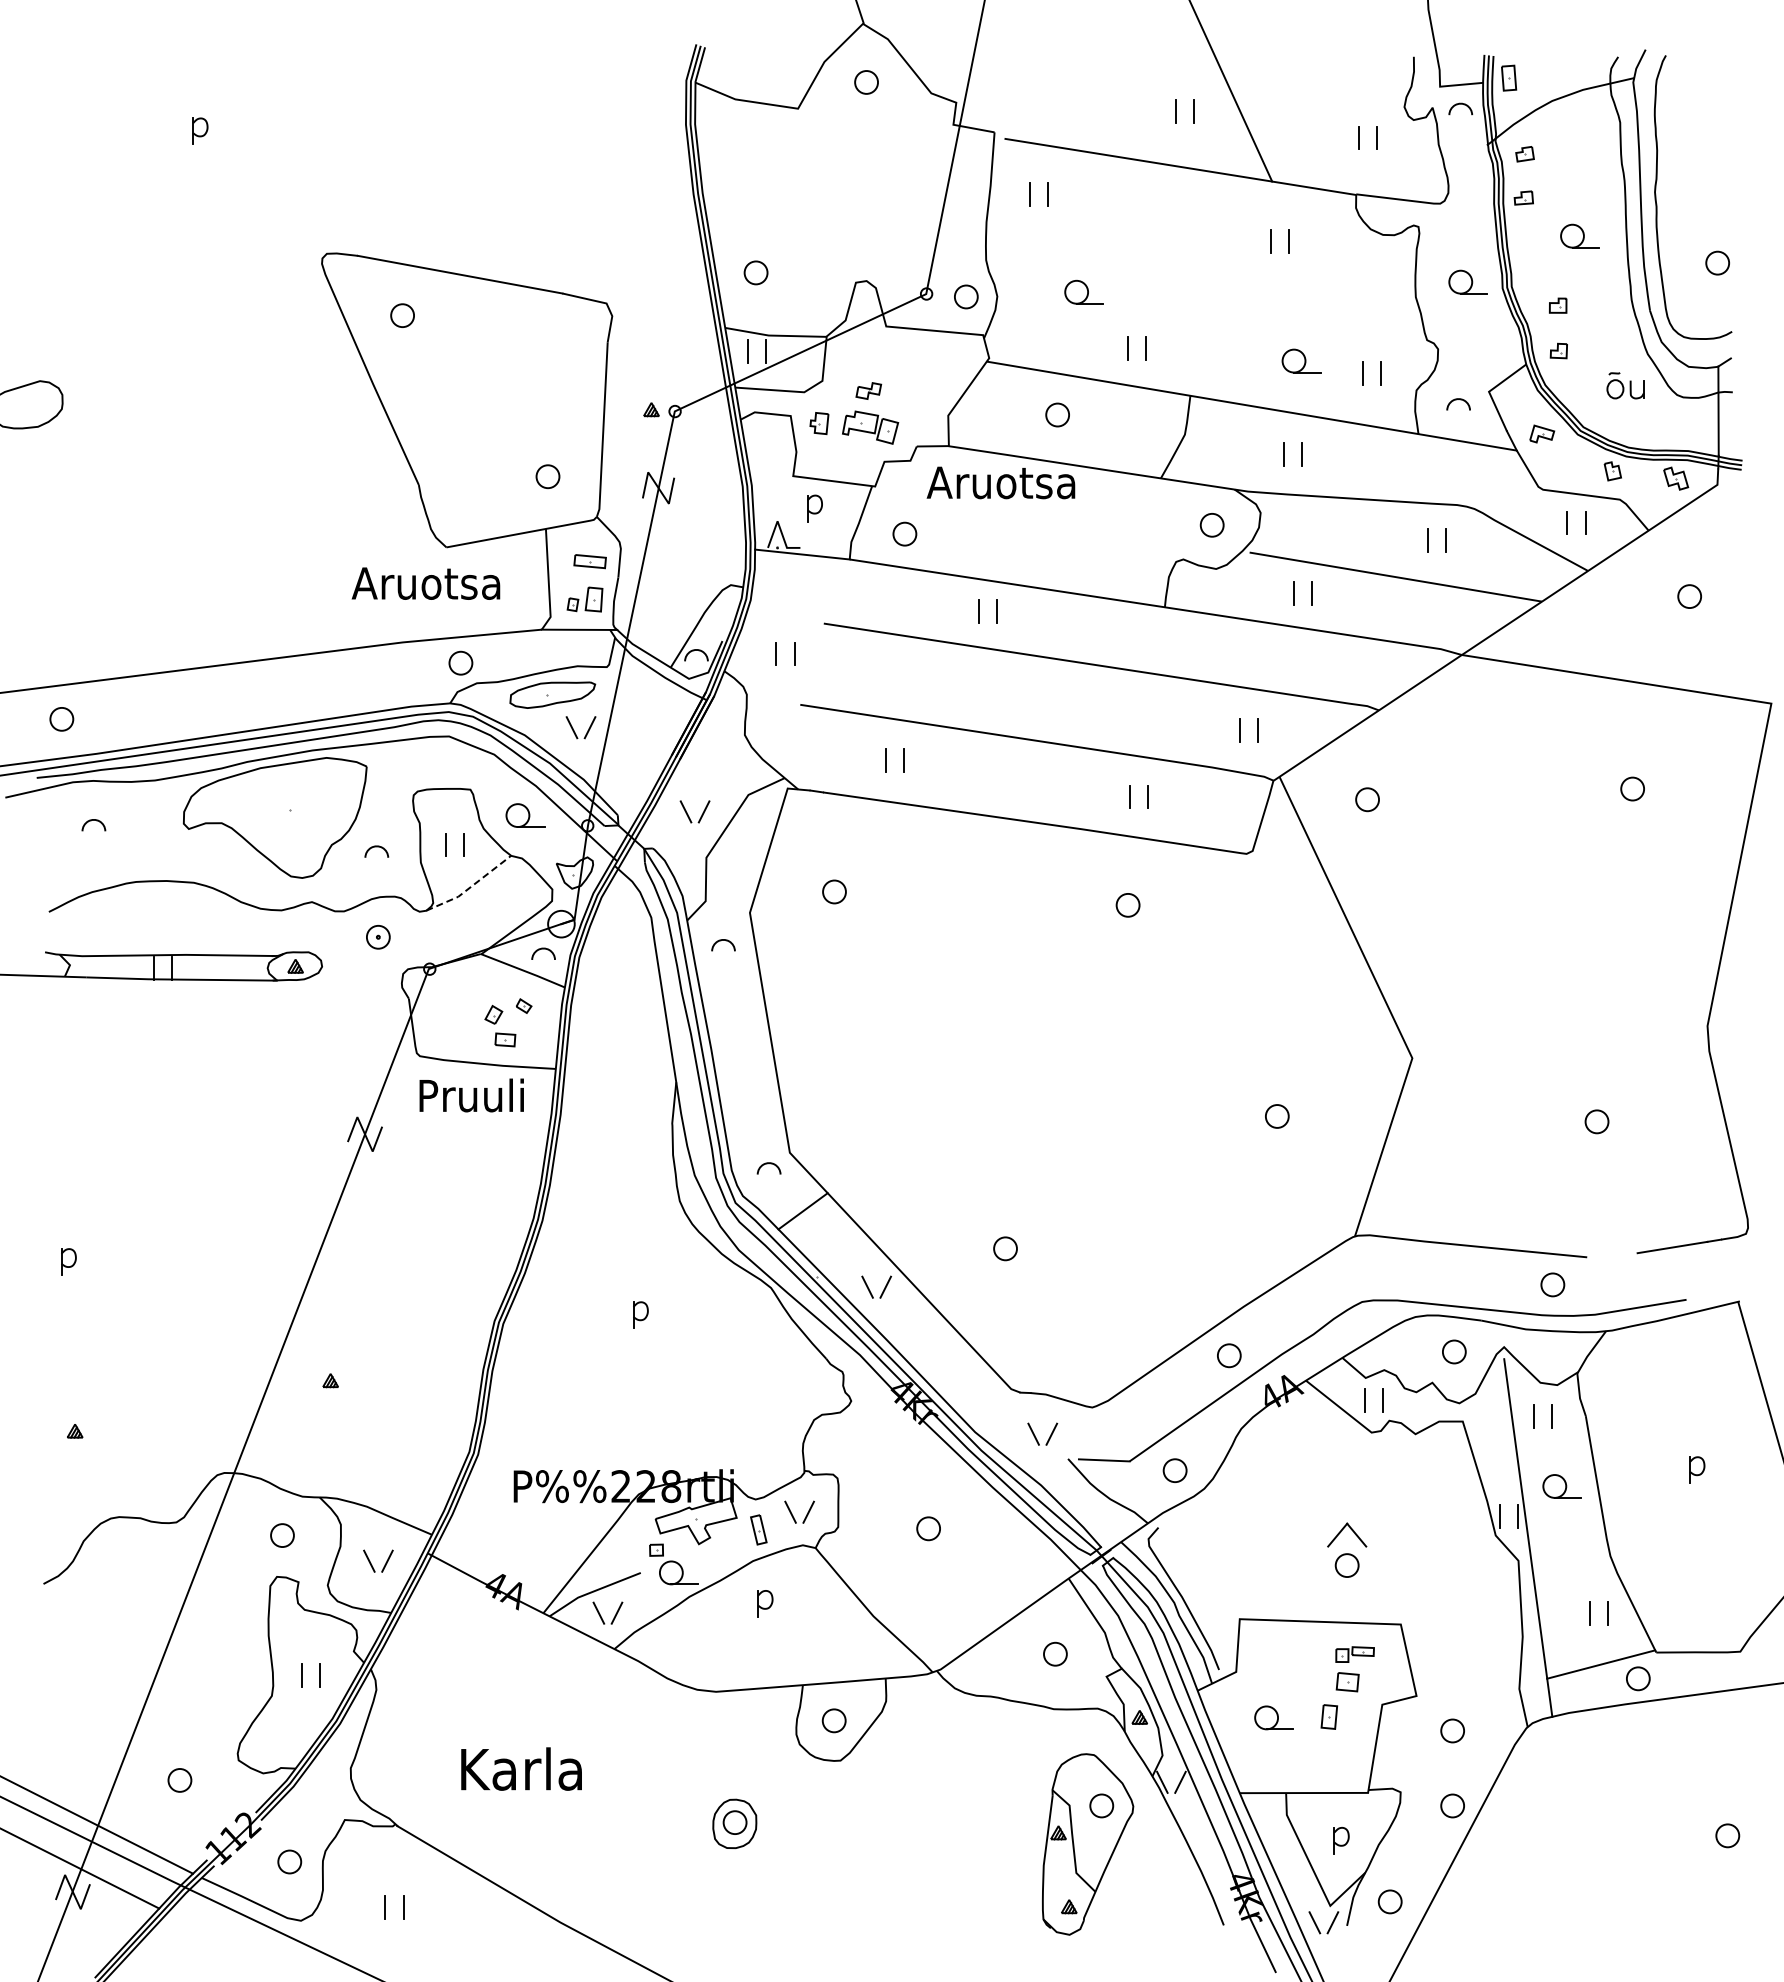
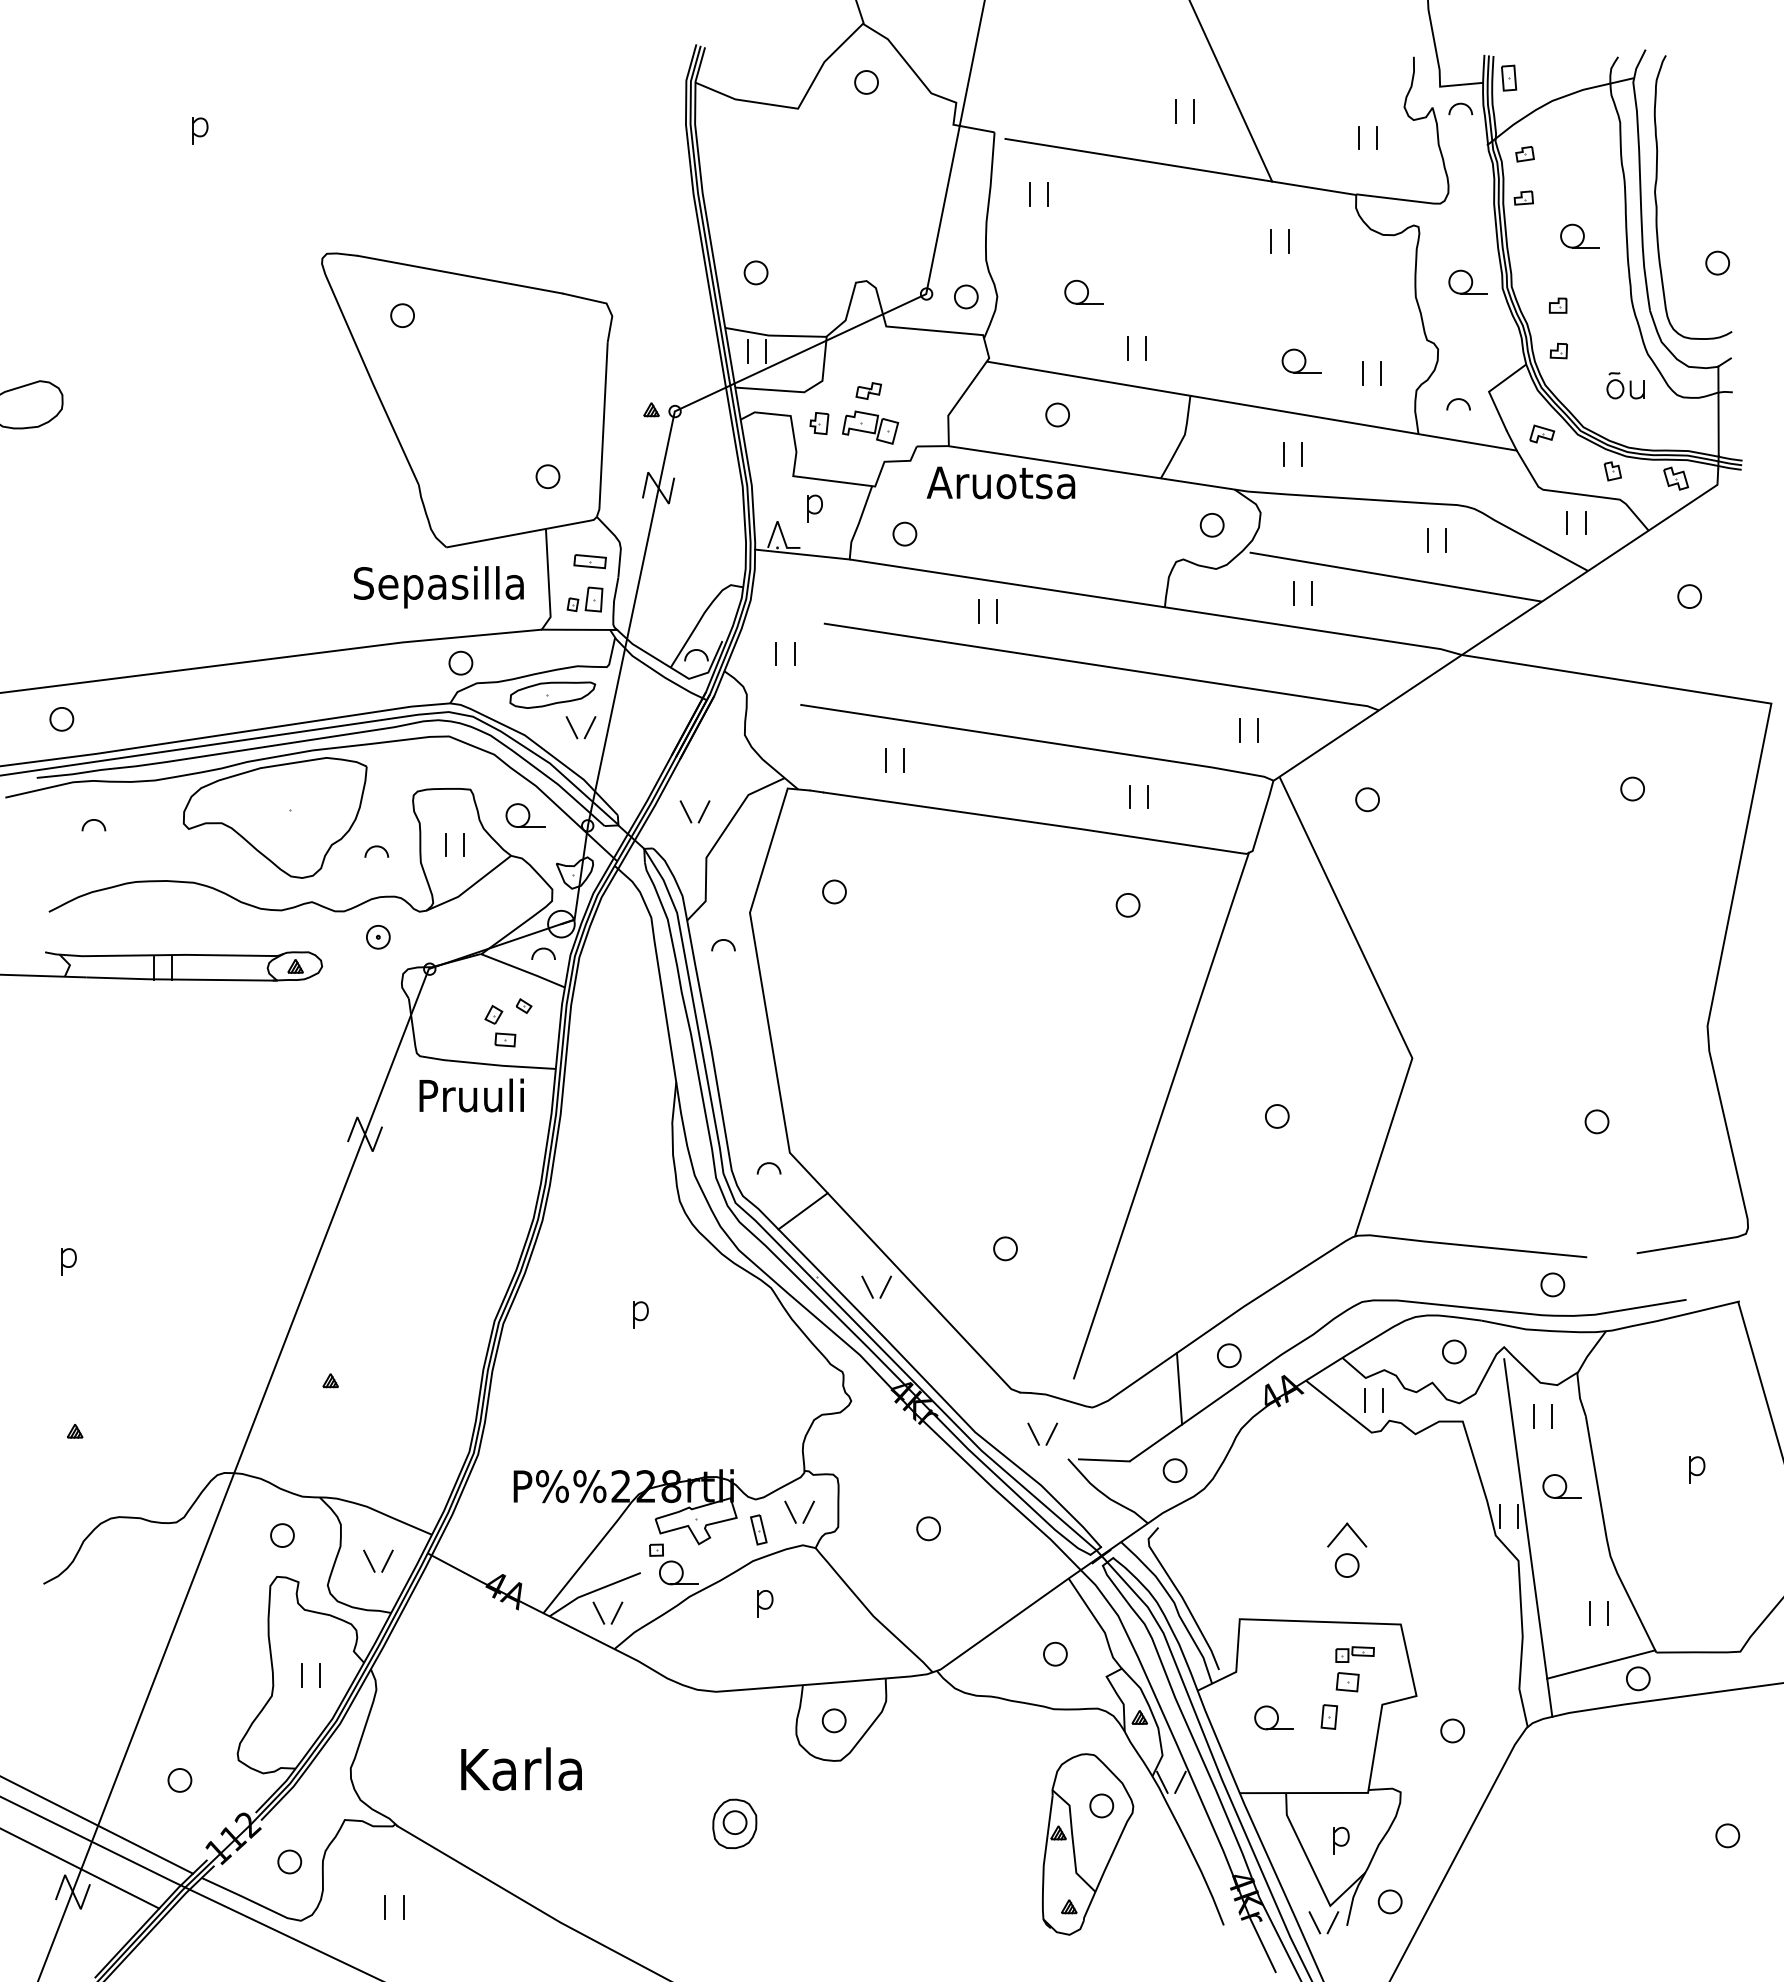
text at (437, 587): Aruotsa -> Sepasilla
line at (470, 887): dashed -> solid
line at (1160, 1115): none -> present
line at (1179, 1388): none -> present
part at (1452, 1805): present -> none
